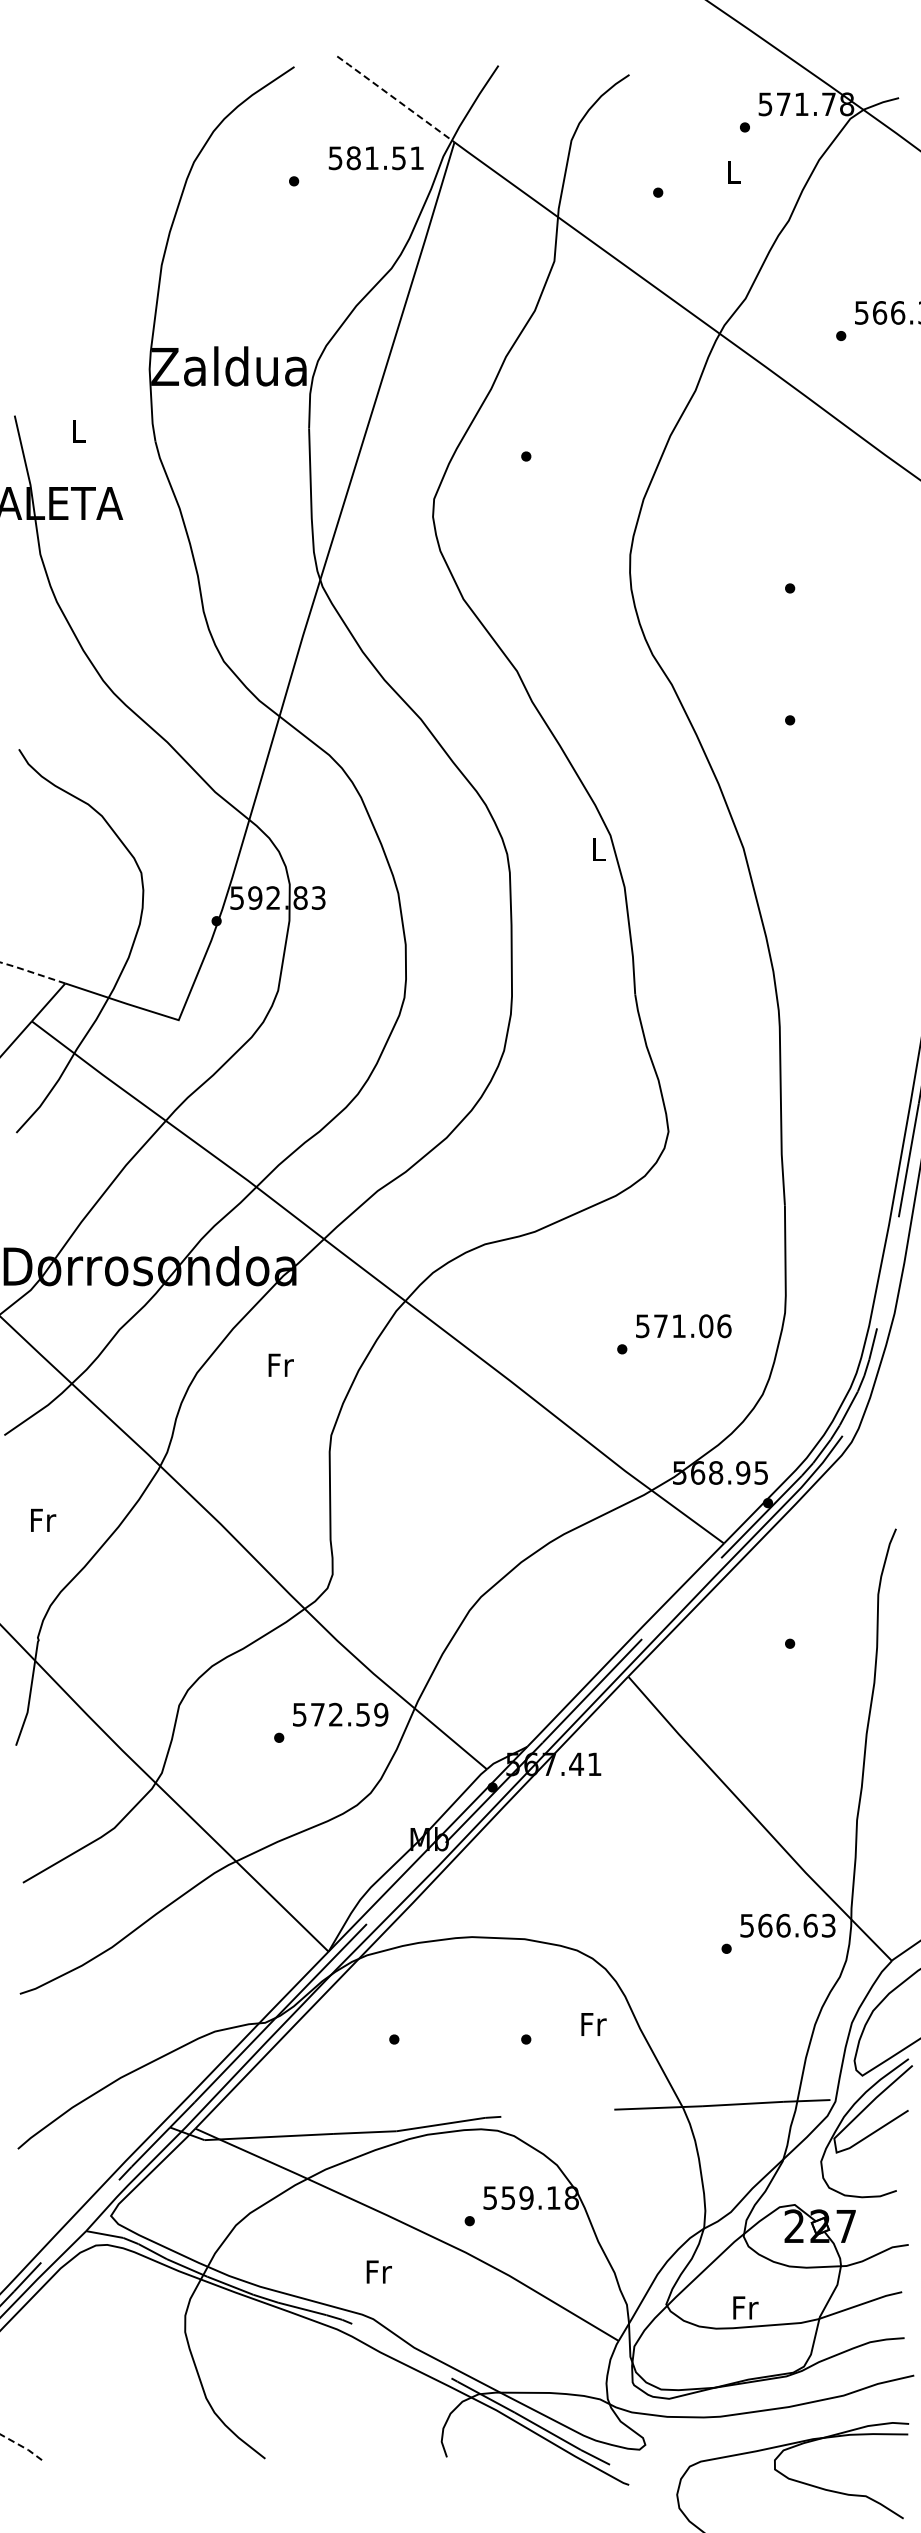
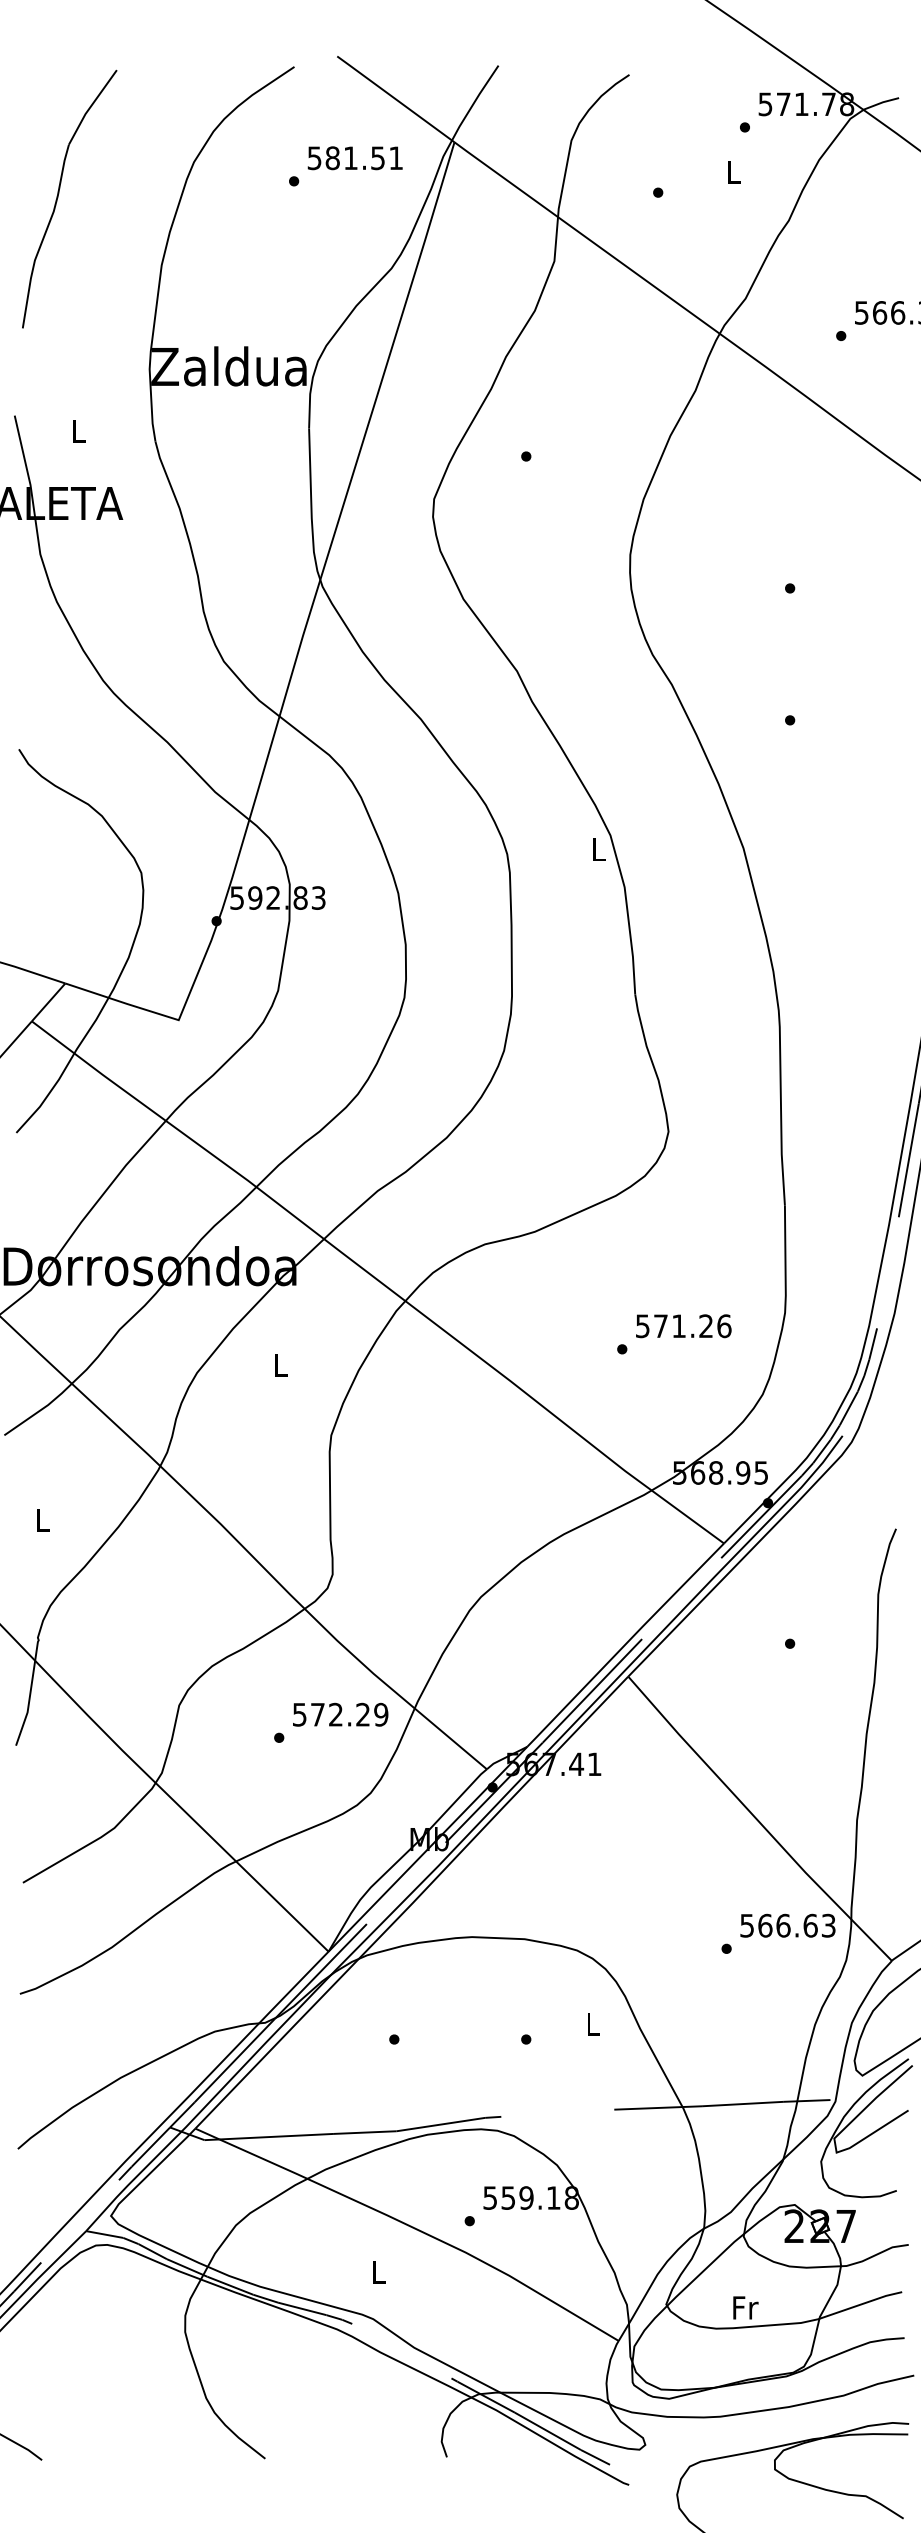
line at (395, 99): dashed -> solid
text at (375, 158) position: (375, 158) -> (354, 158)
part at (58, 198): none -> present
line at (32, 972): dashed -> solid
text at (706, 1326): 571.06 -> 571.26
text at (280, 1364): Fr -> L
text at (43, 1519): Fr -> L
text at (362, 1714): 572.59 -> 572.29
text at (593, 2024): Fr -> L
text at (378, 2271): Fr -> L
line at (22, 2446): dashed -> solid
